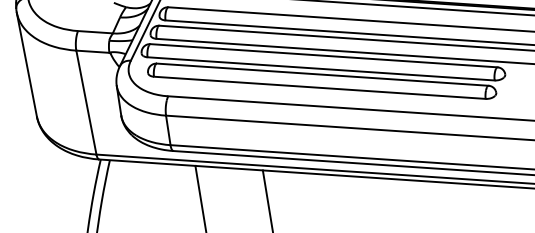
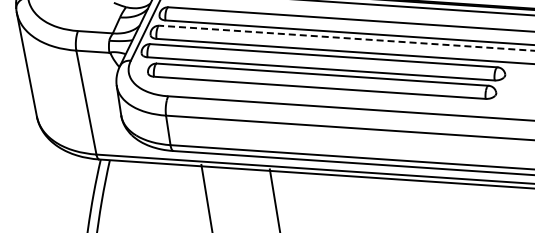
line at (346, 38): solid -> dashed
line at (200, 197) position: (200, 197) -> (206, 196)
line at (267, 199) position: (267, 199) -> (274, 199)
